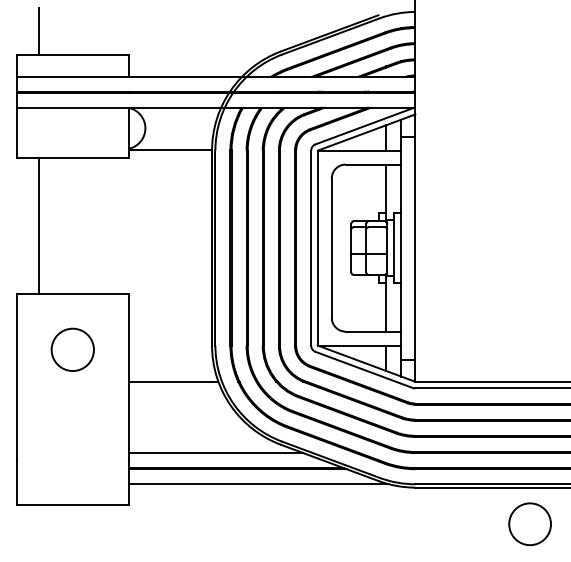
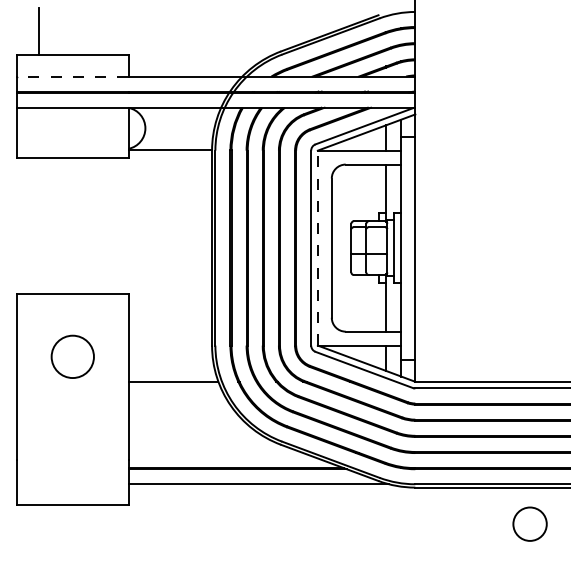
line at (72, 76): solid -> dashed
line at (39, 225): present -> none
line at (317, 247): solid -> dashed
circle at (72, 349) position: (72, 349) -> (72, 356)
line at (215, 453): present -> none
circle at (529, 523) size: 44x44 px -> 36x36 px
